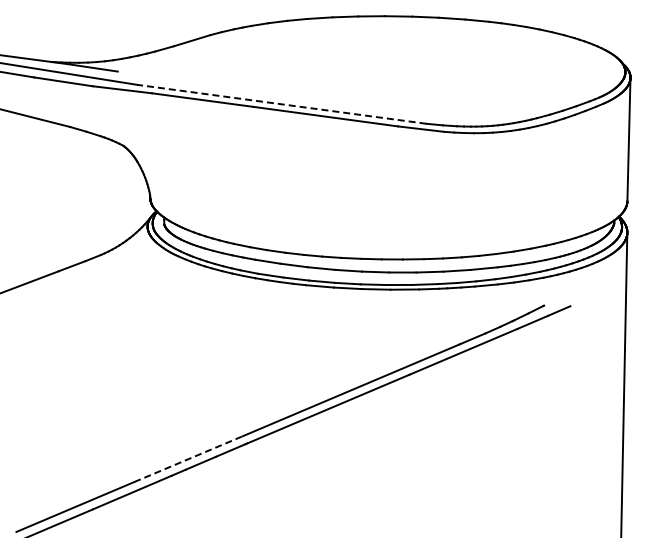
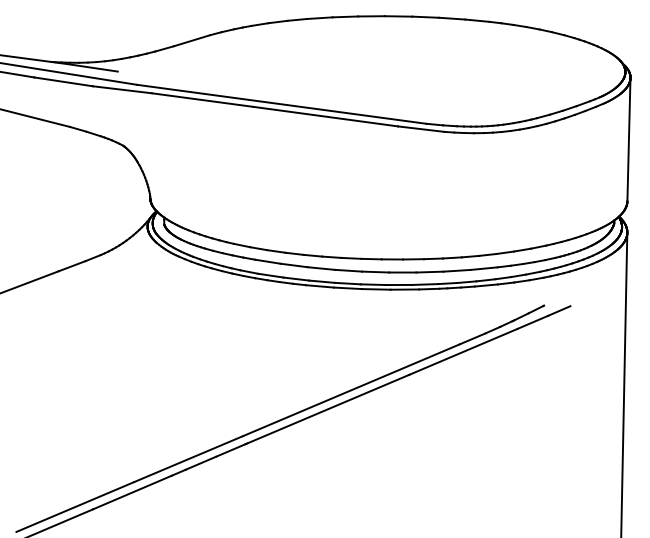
line at (281, 104): dashed -> solid
line at (189, 458): dashed -> solid
